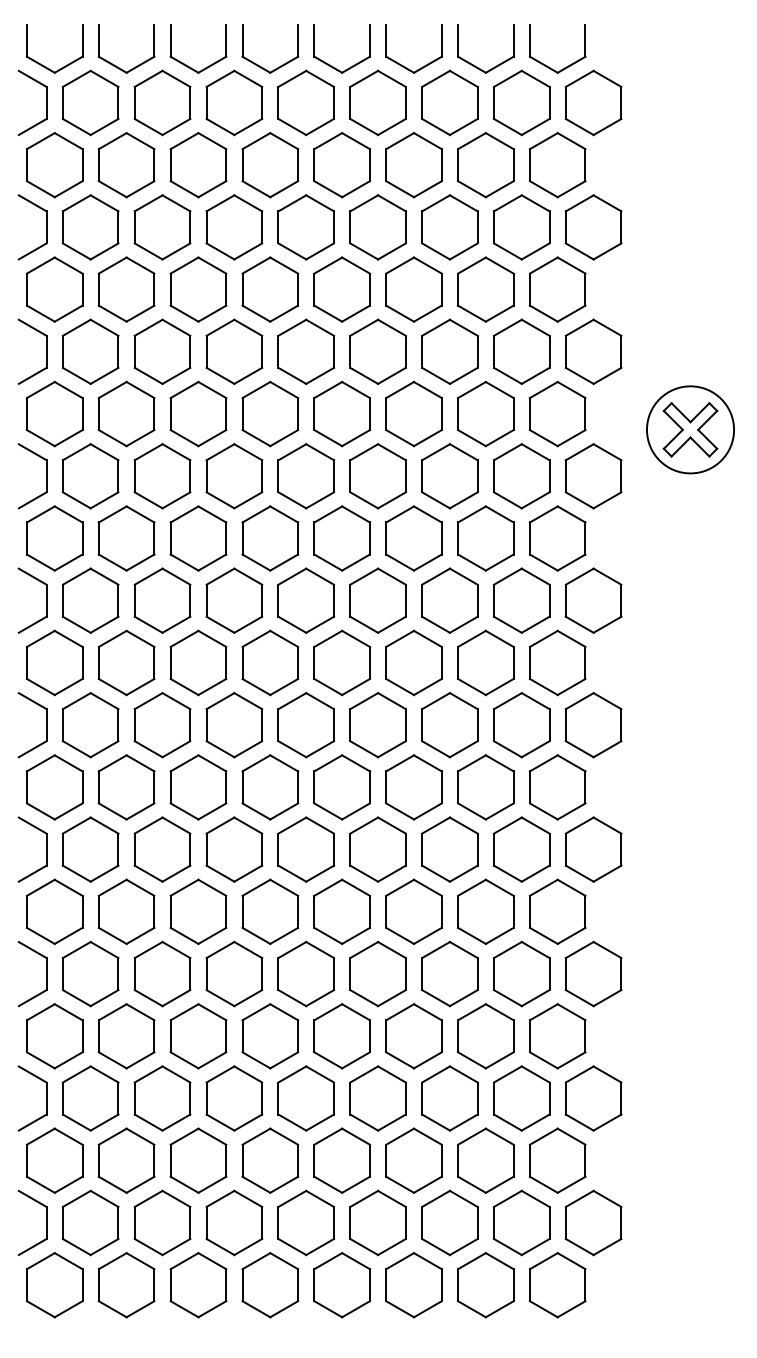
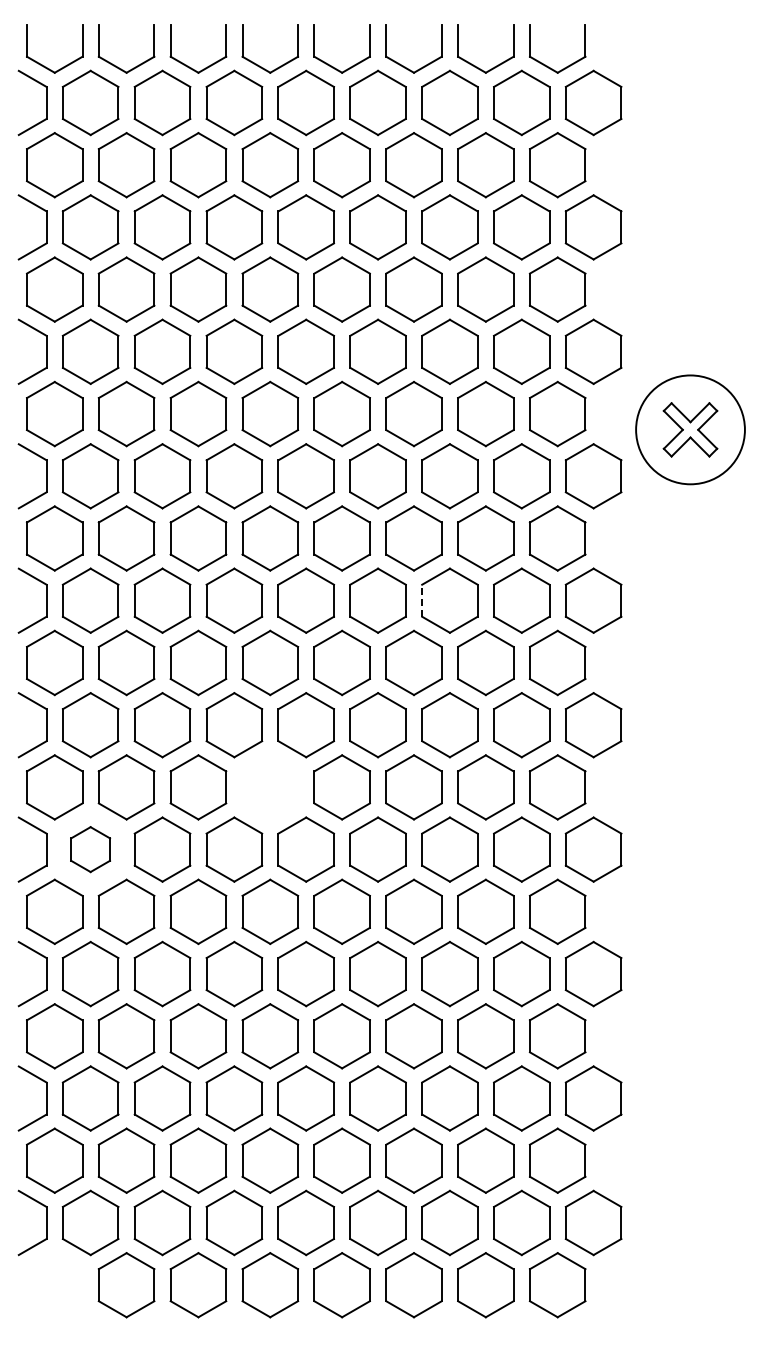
circle at (690, 429) diameter: 87 px -> 109 px
line at (422, 600): solid -> dashed
part at (270, 787): present -> none
part at (90, 849) size: 59x67 px -> 42x48 px
part at (54, 1285): present -> none
